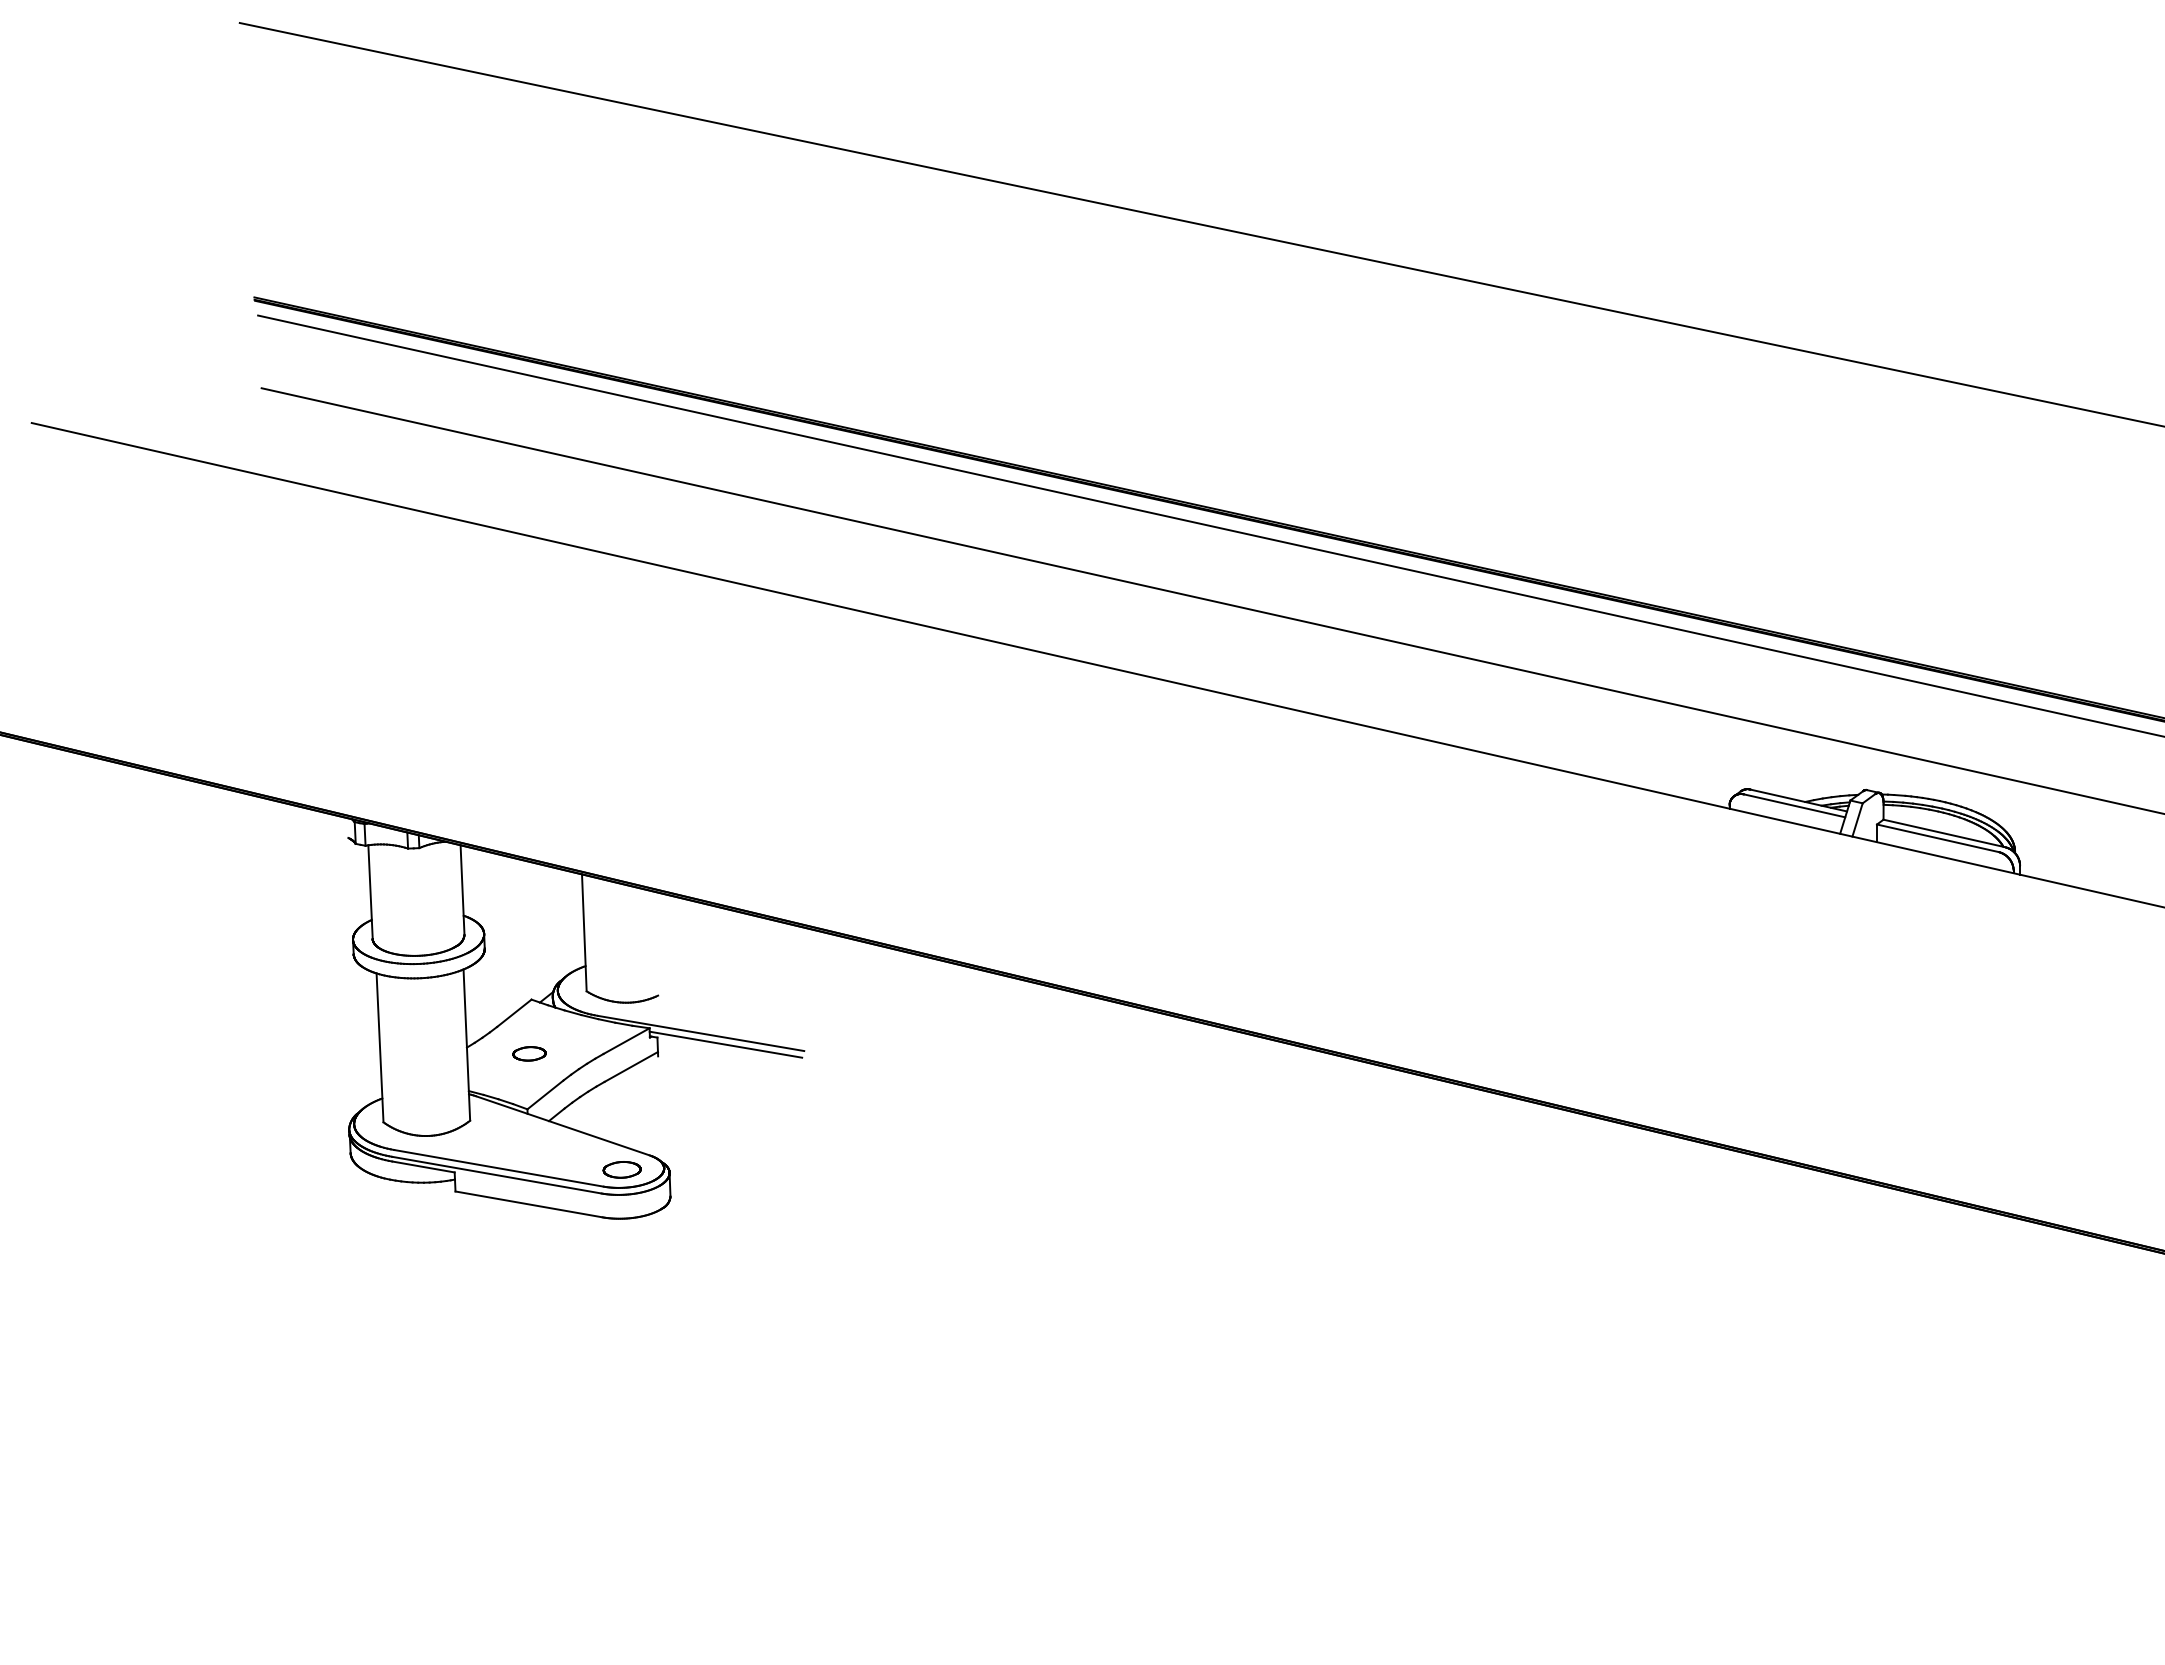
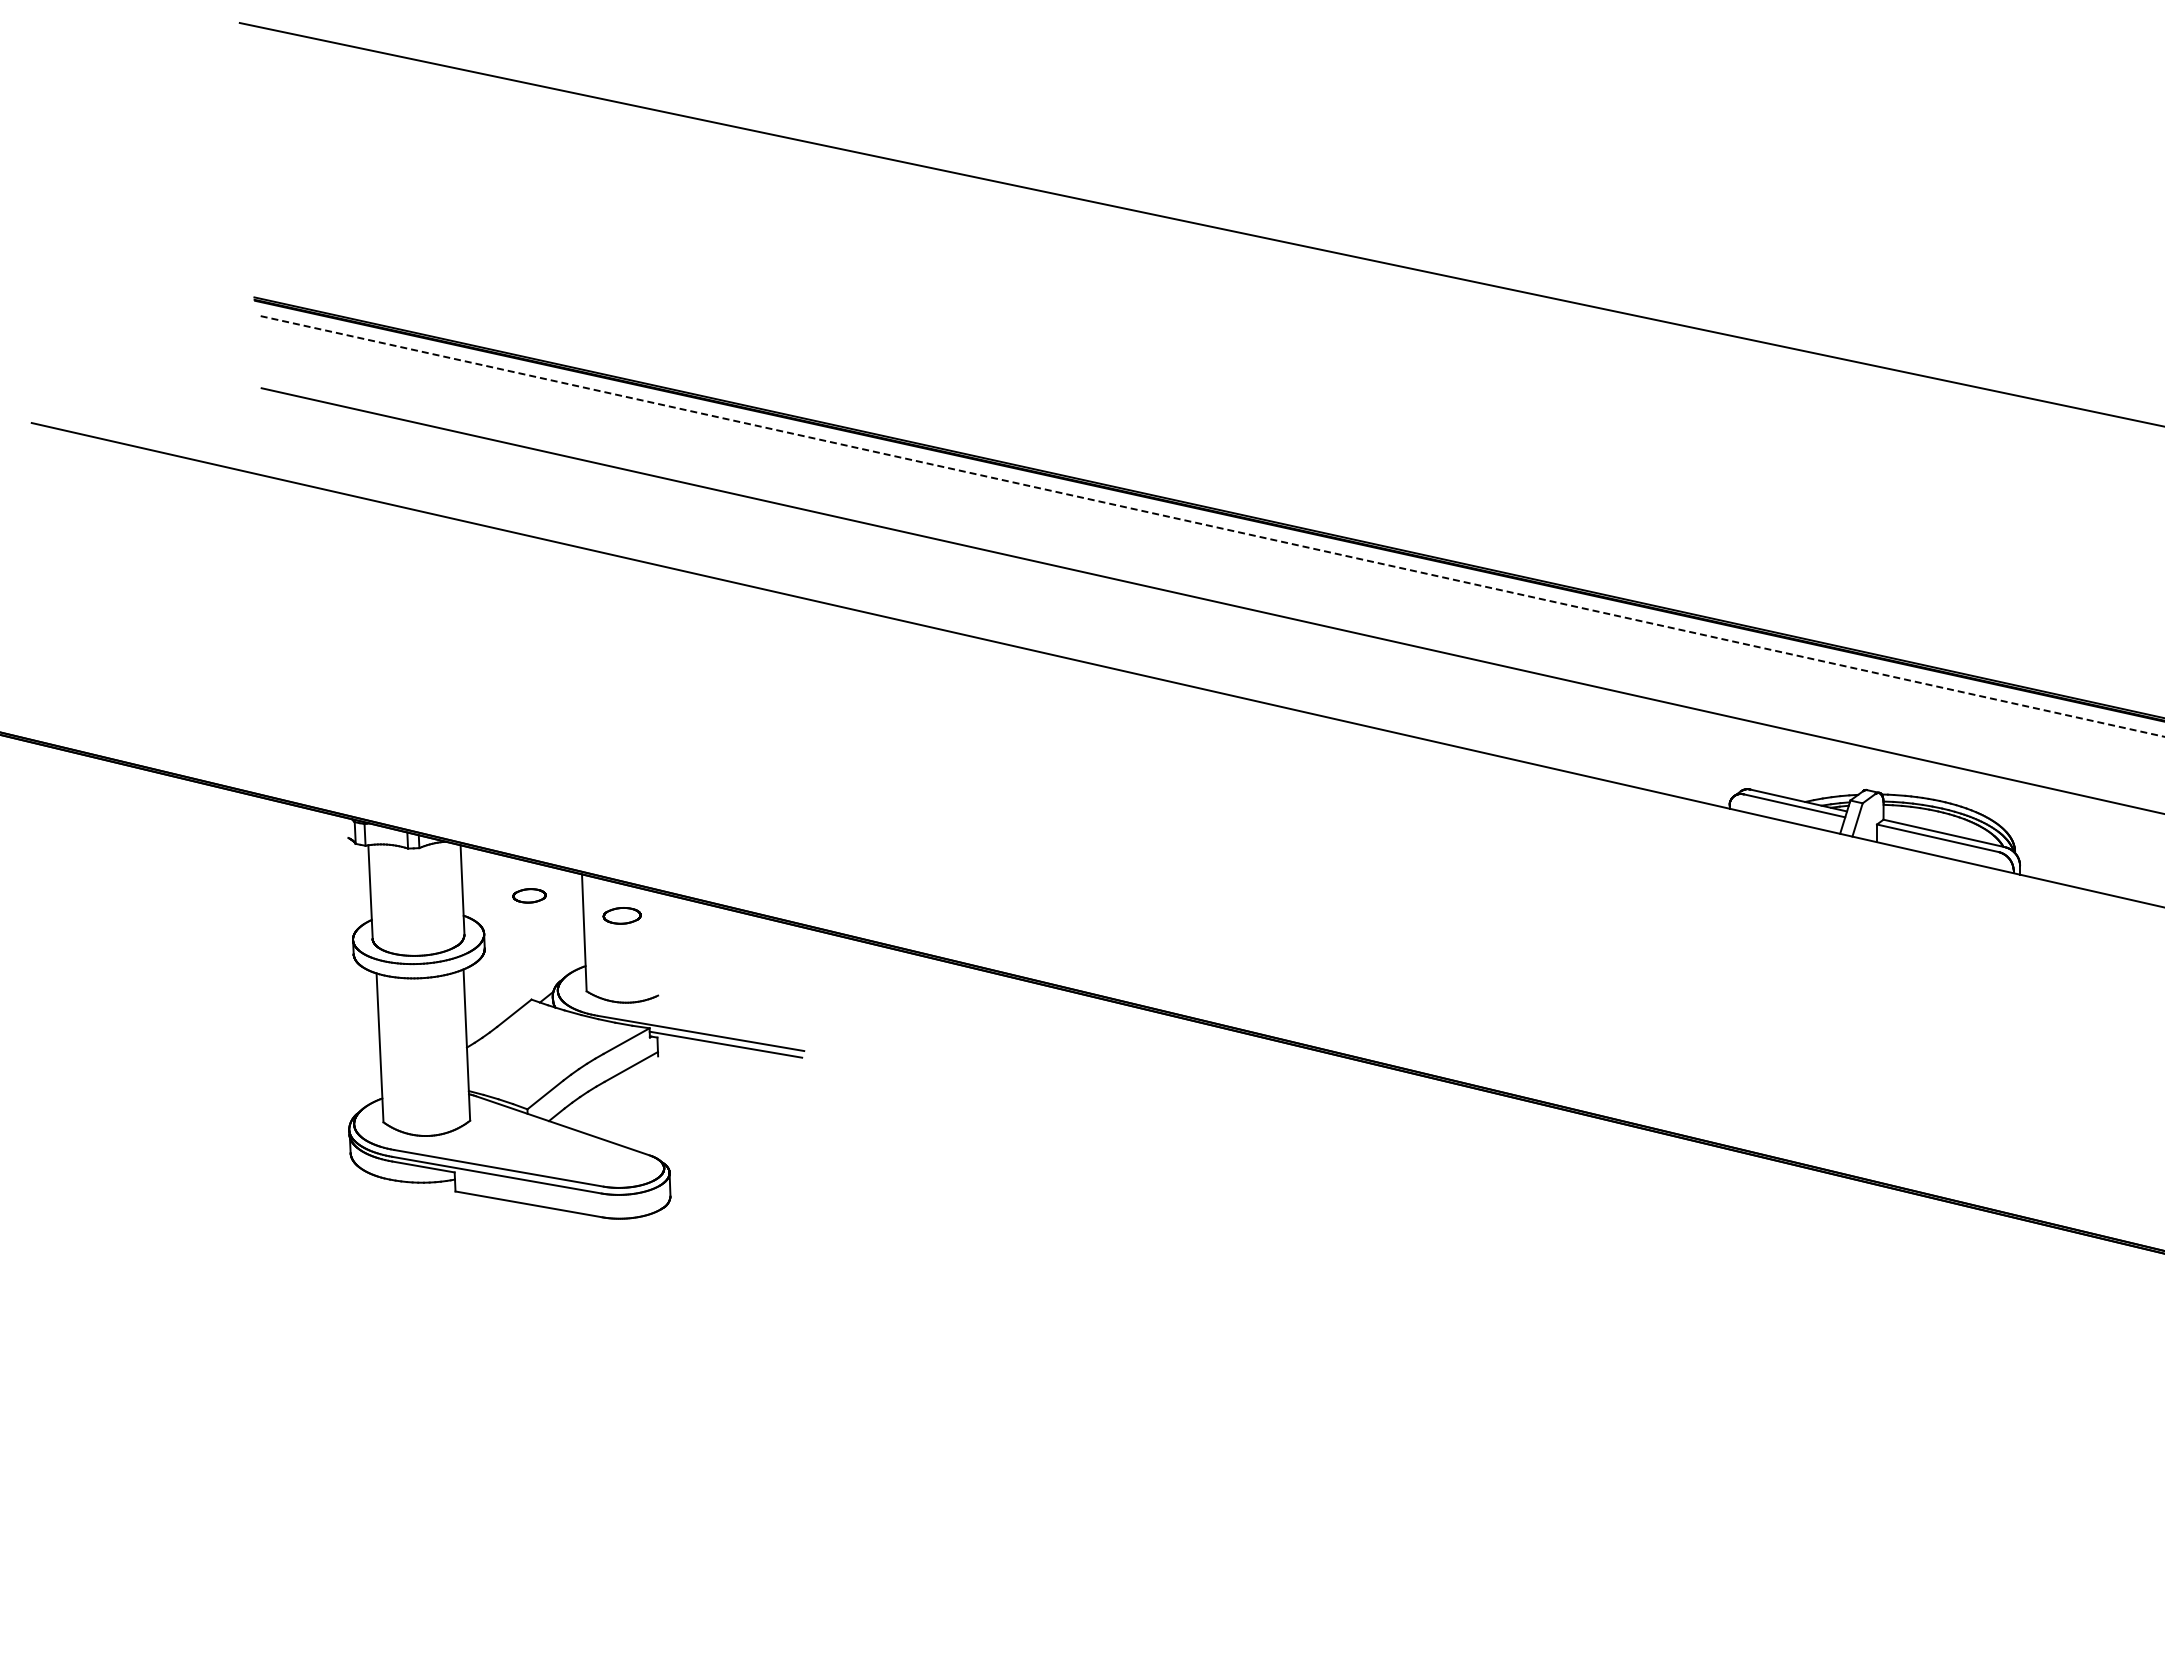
line at (1211, 526): solid -> dashed
part at (529, 1053) position: (529, 1053) -> (529, 895)
part at (621, 1169) position: (621, 1169) -> (621, 915)
